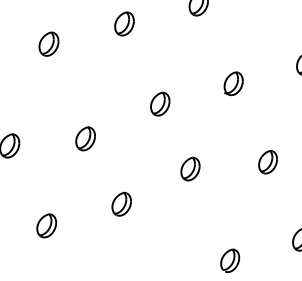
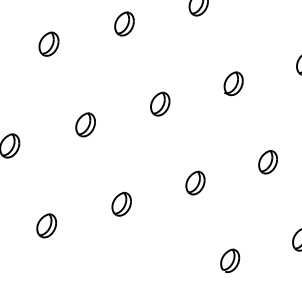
part at (85, 138) position: (85, 138) -> (85, 124)
part at (190, 168) position: (190, 168) -> (195, 182)
